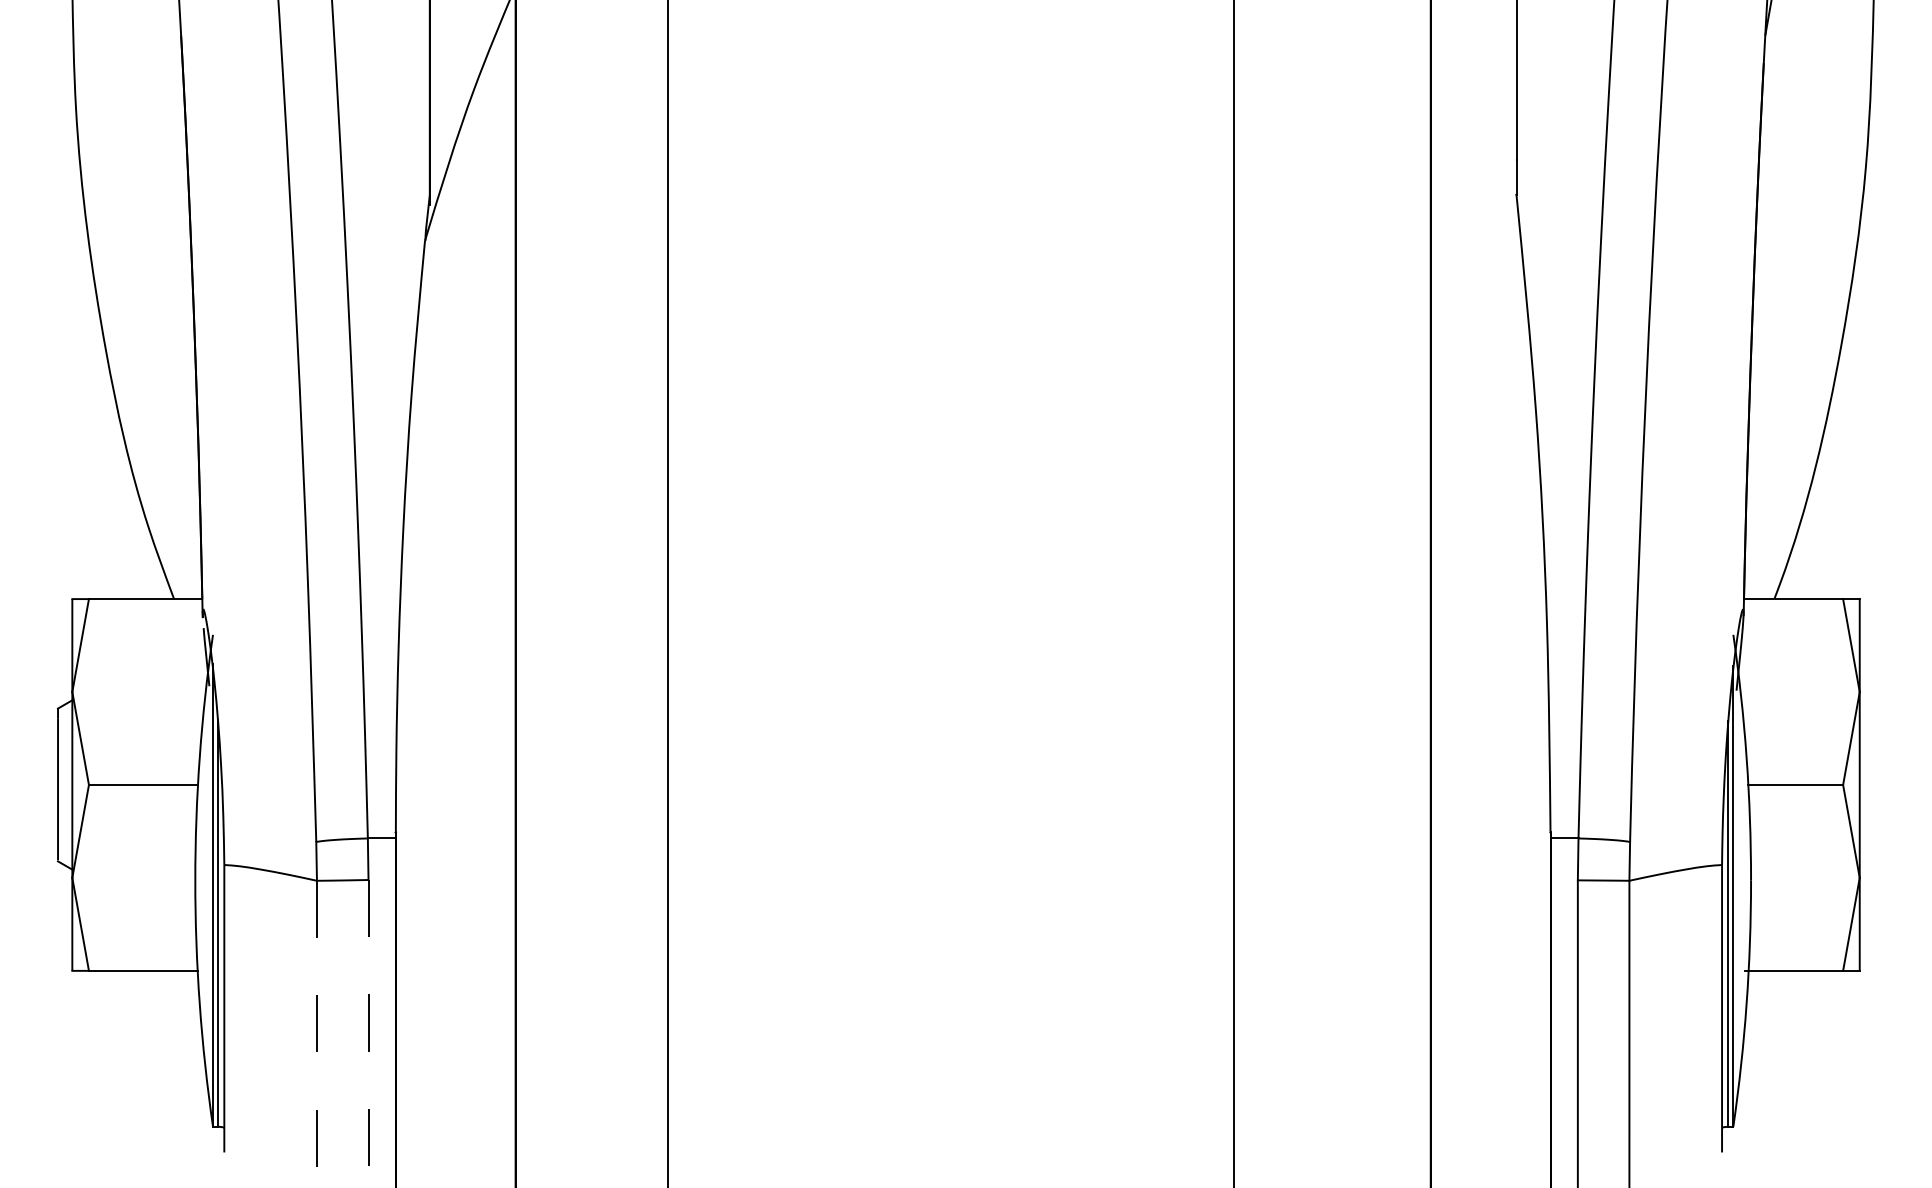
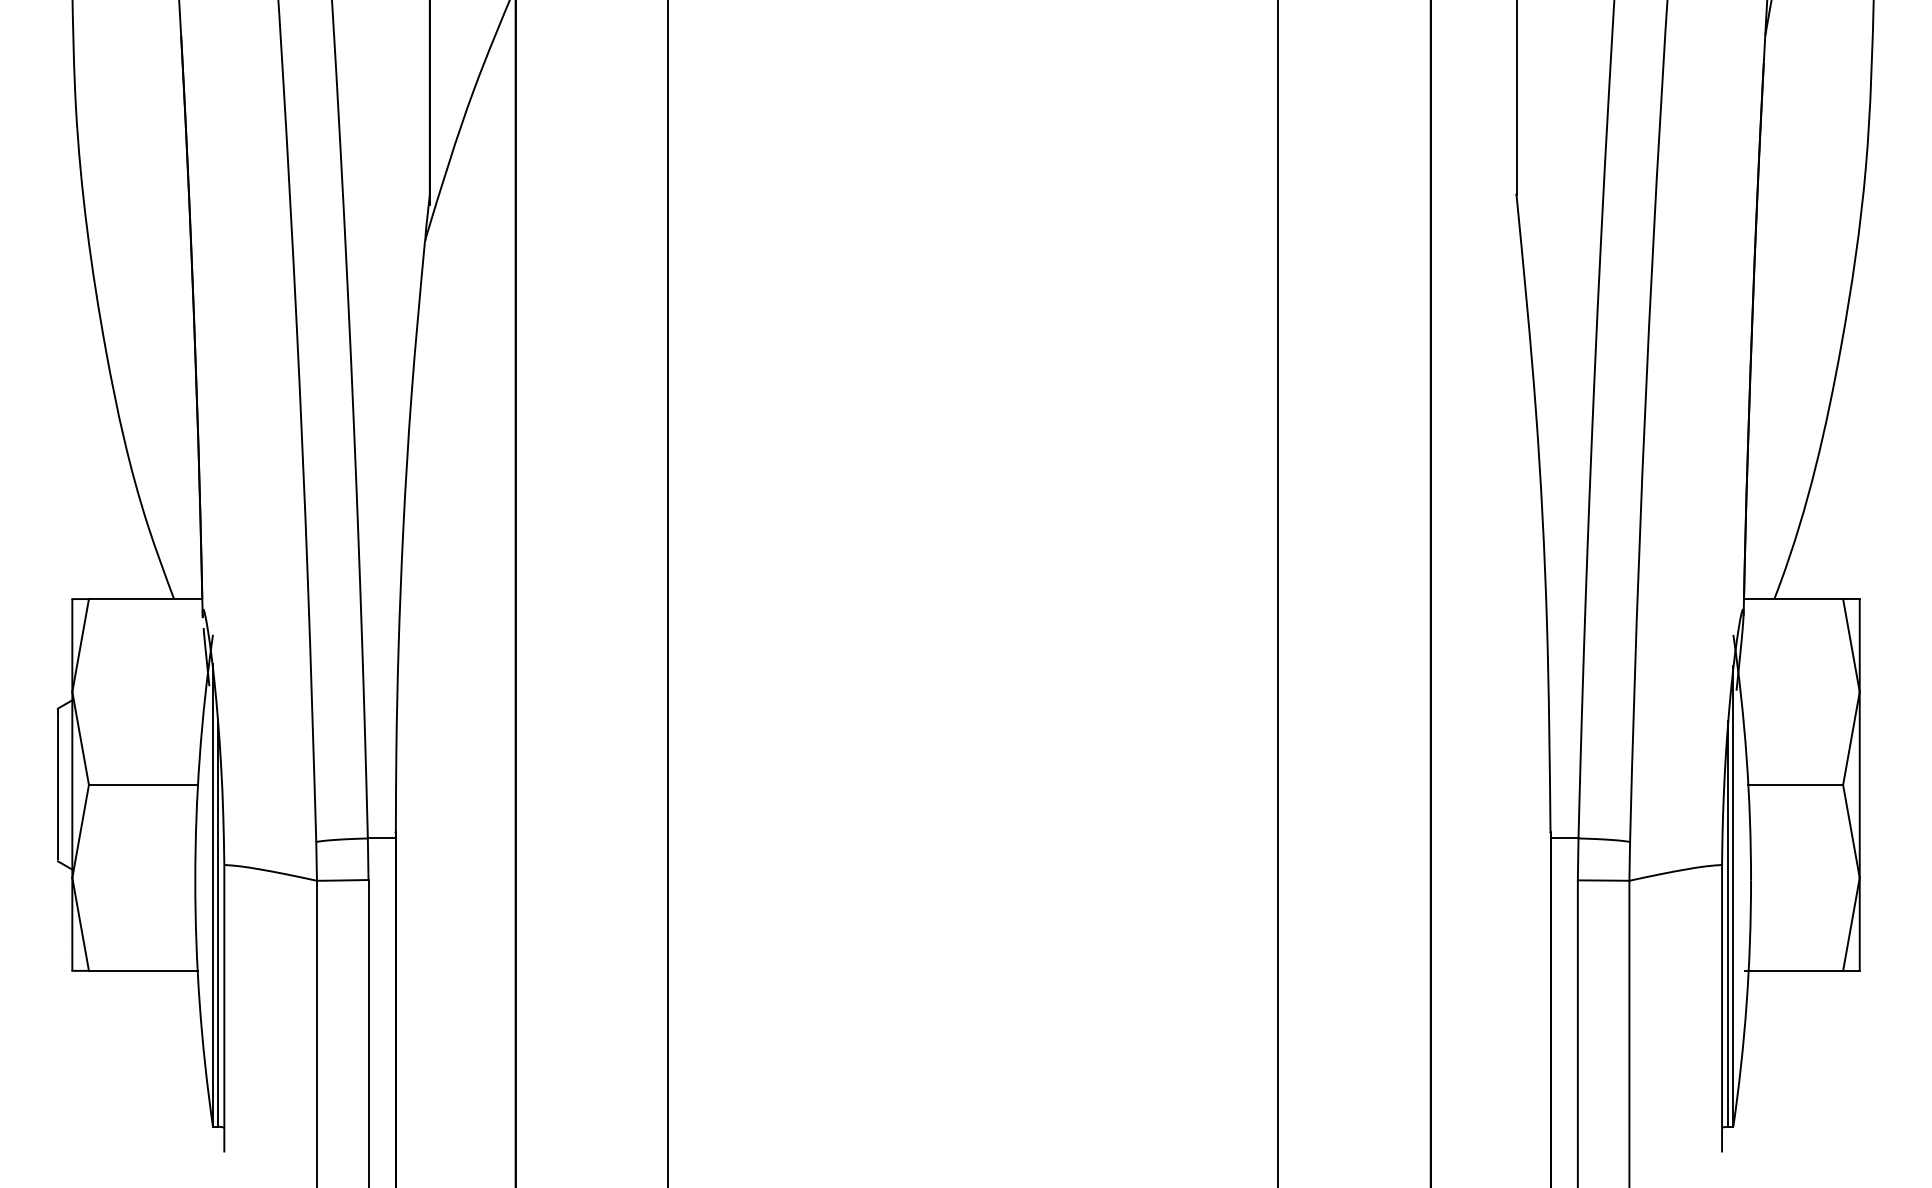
line at (1233, 593) position: (1233, 593) -> (1277, 593)
line at (368, 1033): dashed -> solid
line at (316, 1034): dashed -> solid
